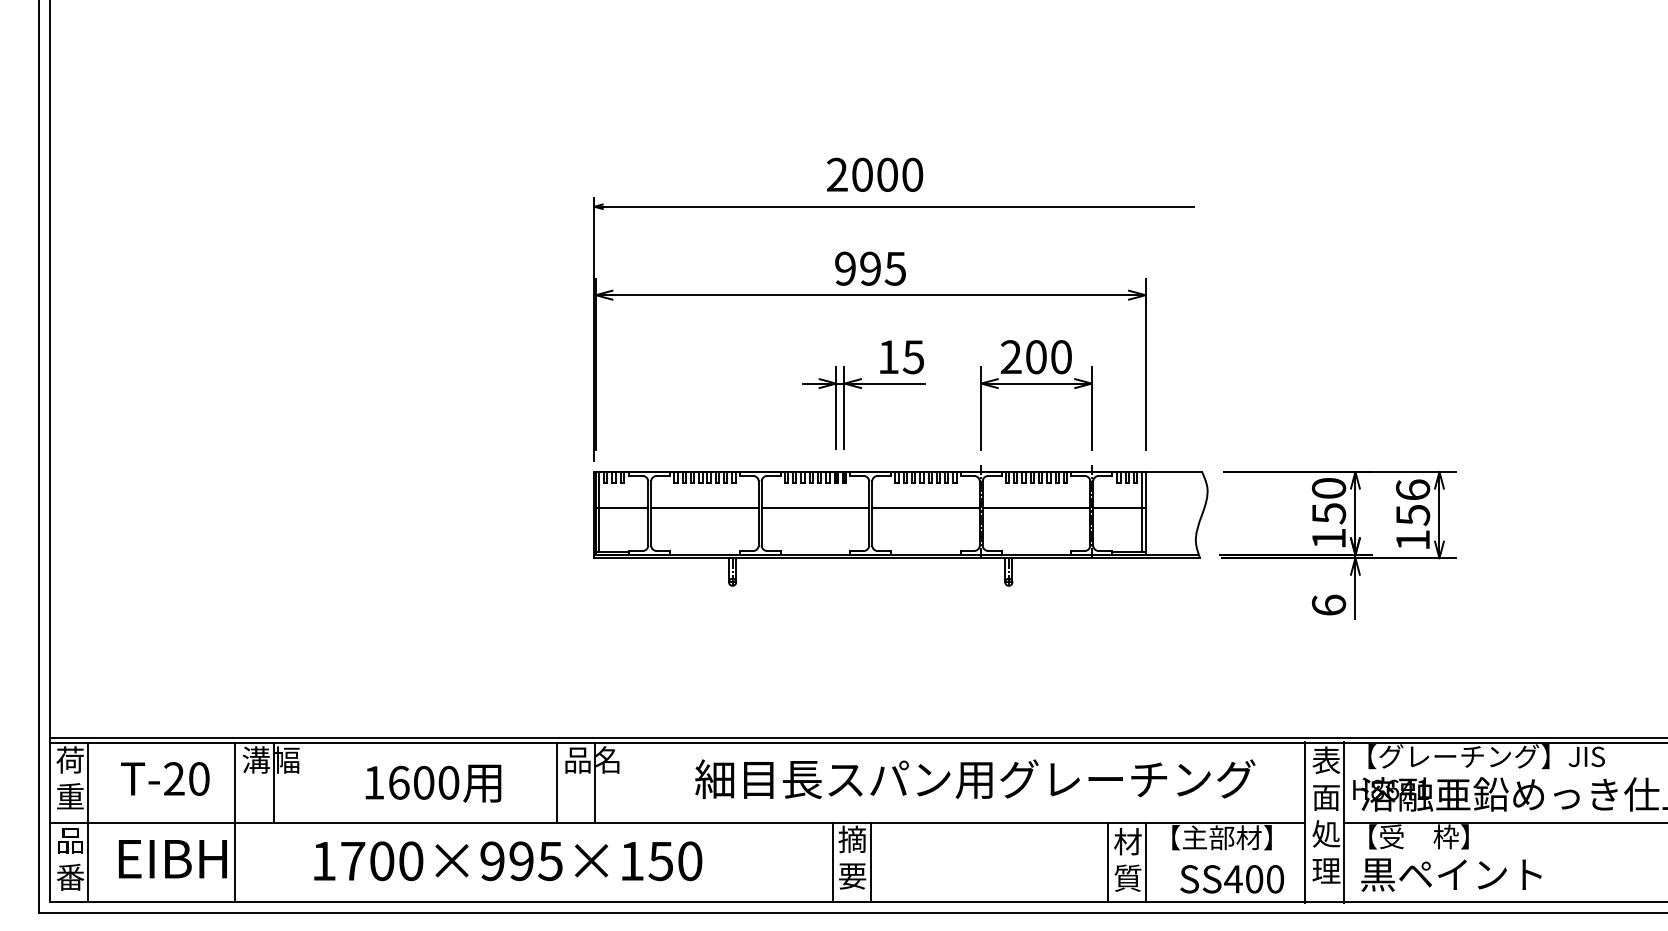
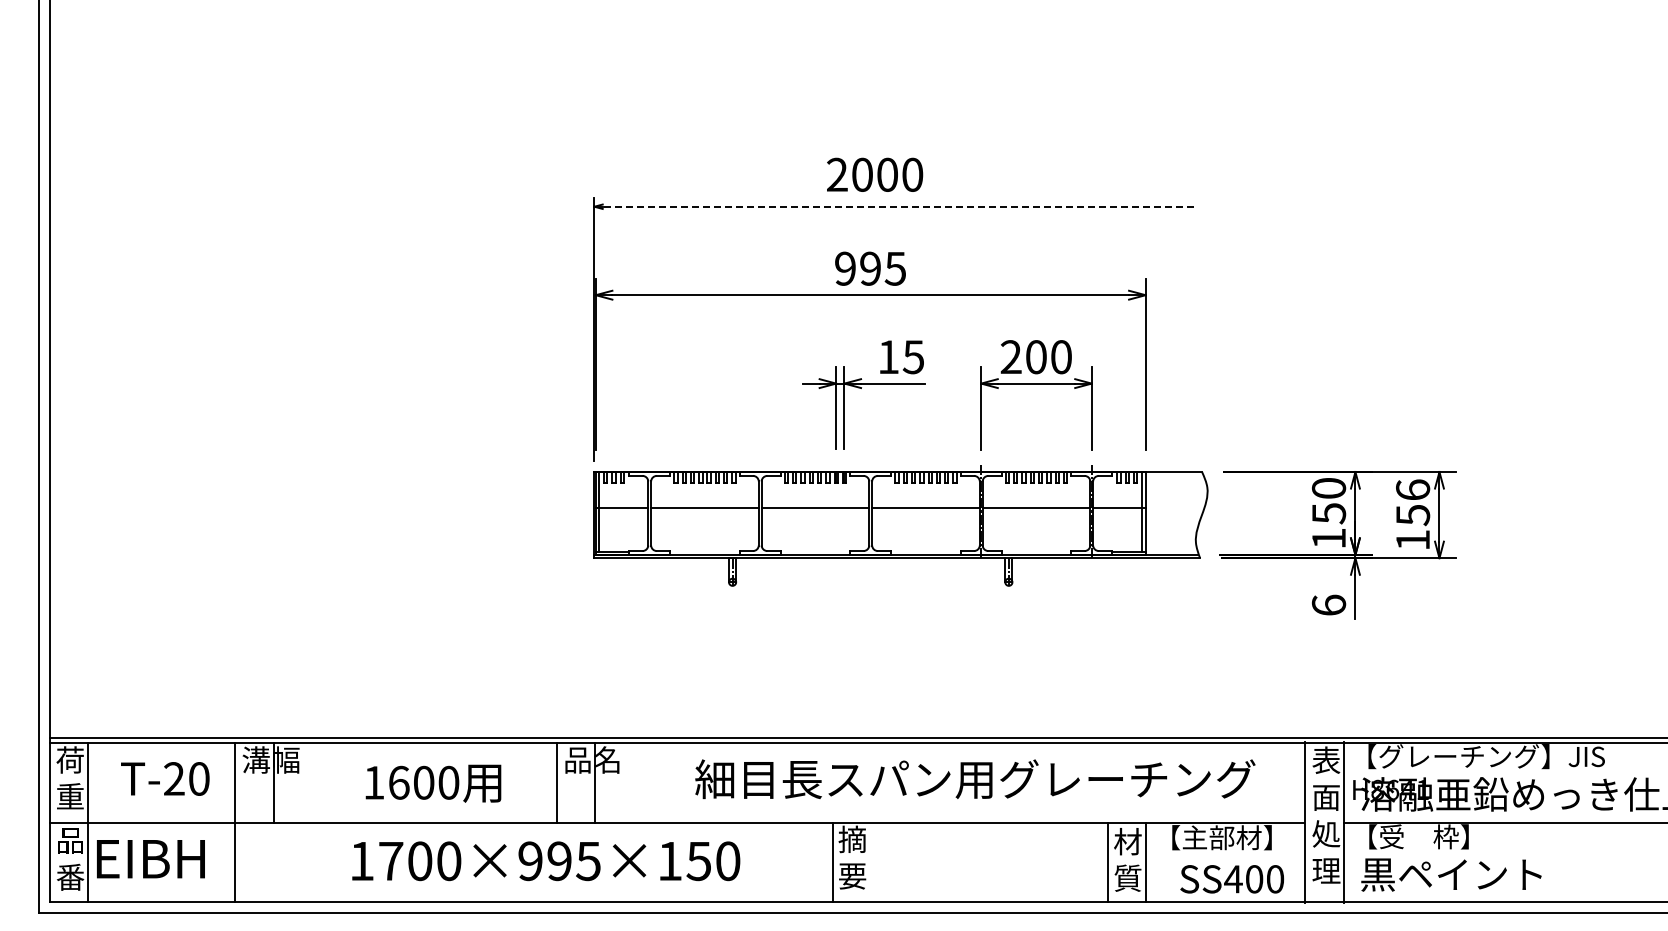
line at (898, 206): solid -> dashed
text at (172, 859) position: (172, 859) -> (150, 859)
text at (508, 861) position: (508, 861) -> (546, 861)
line at (870, 862): present -> none
